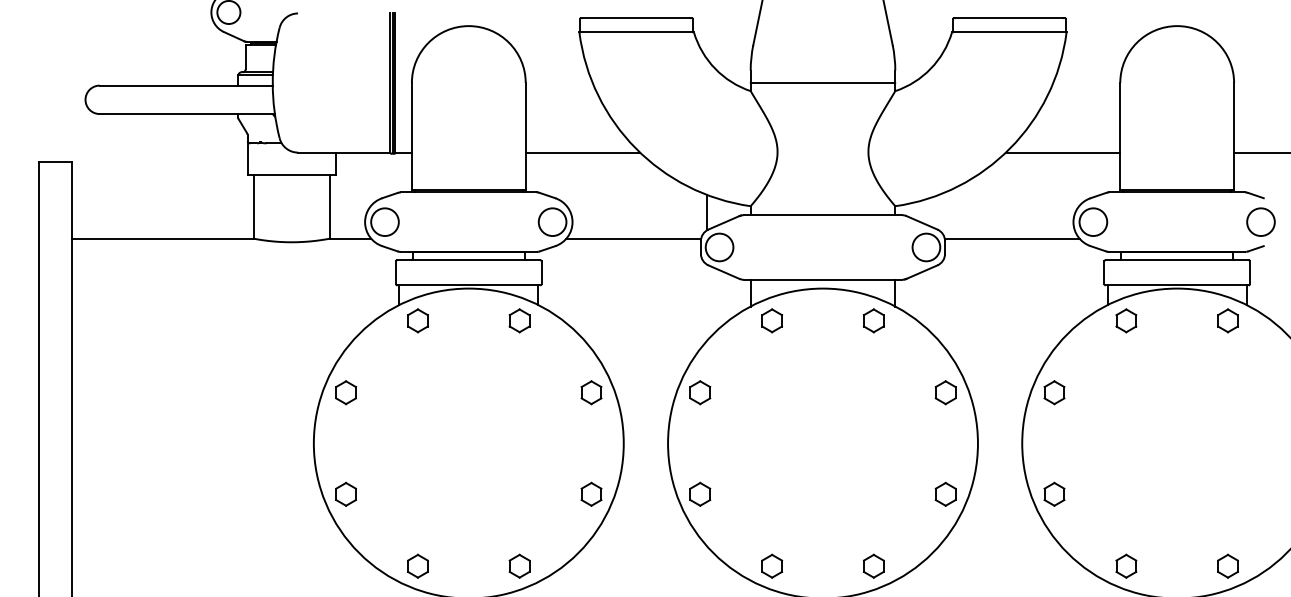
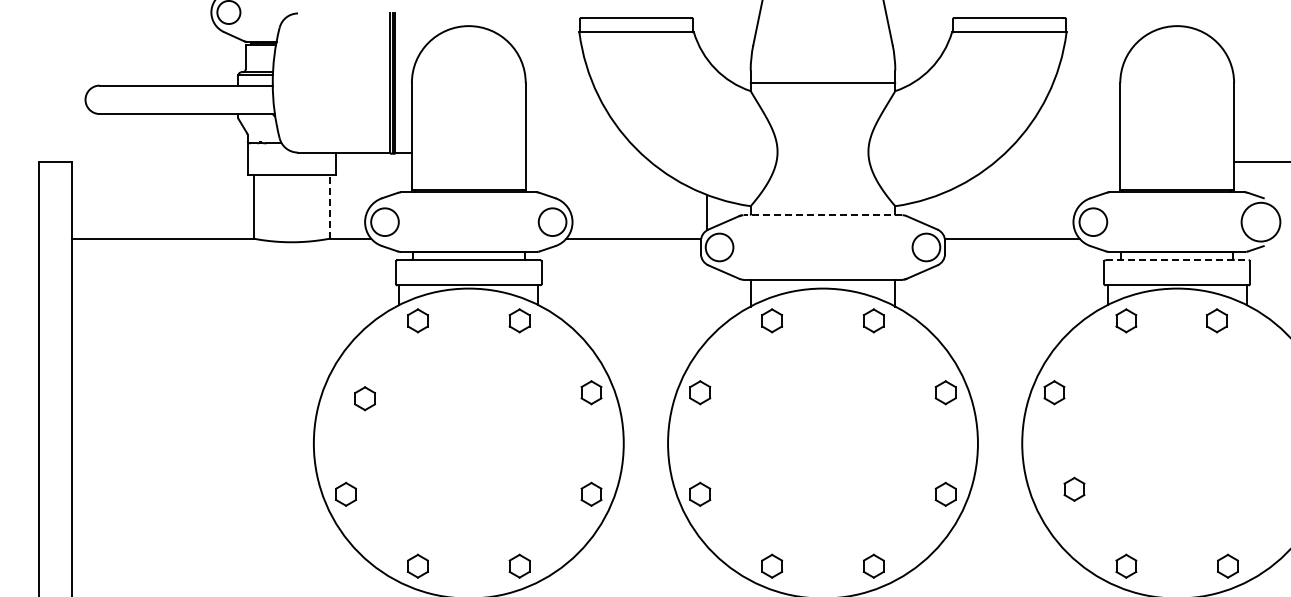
line at (582, 152): present -> none
line at (1062, 152): present -> none
line at (1260, 152) position: (1260, 152) -> (1260, 161)
line at (329, 207): solid -> dashed
line at (822, 215): solid -> dashed
circle at (1260, 222) diameter: 28 px -> 39 px
line at (1177, 260): solid -> dashed
part at (1227, 320) position: (1227, 320) -> (1216, 320)
part at (345, 392) position: (345, 392) -> (364, 398)
part at (1054, 493) position: (1054, 493) -> (1074, 488)
